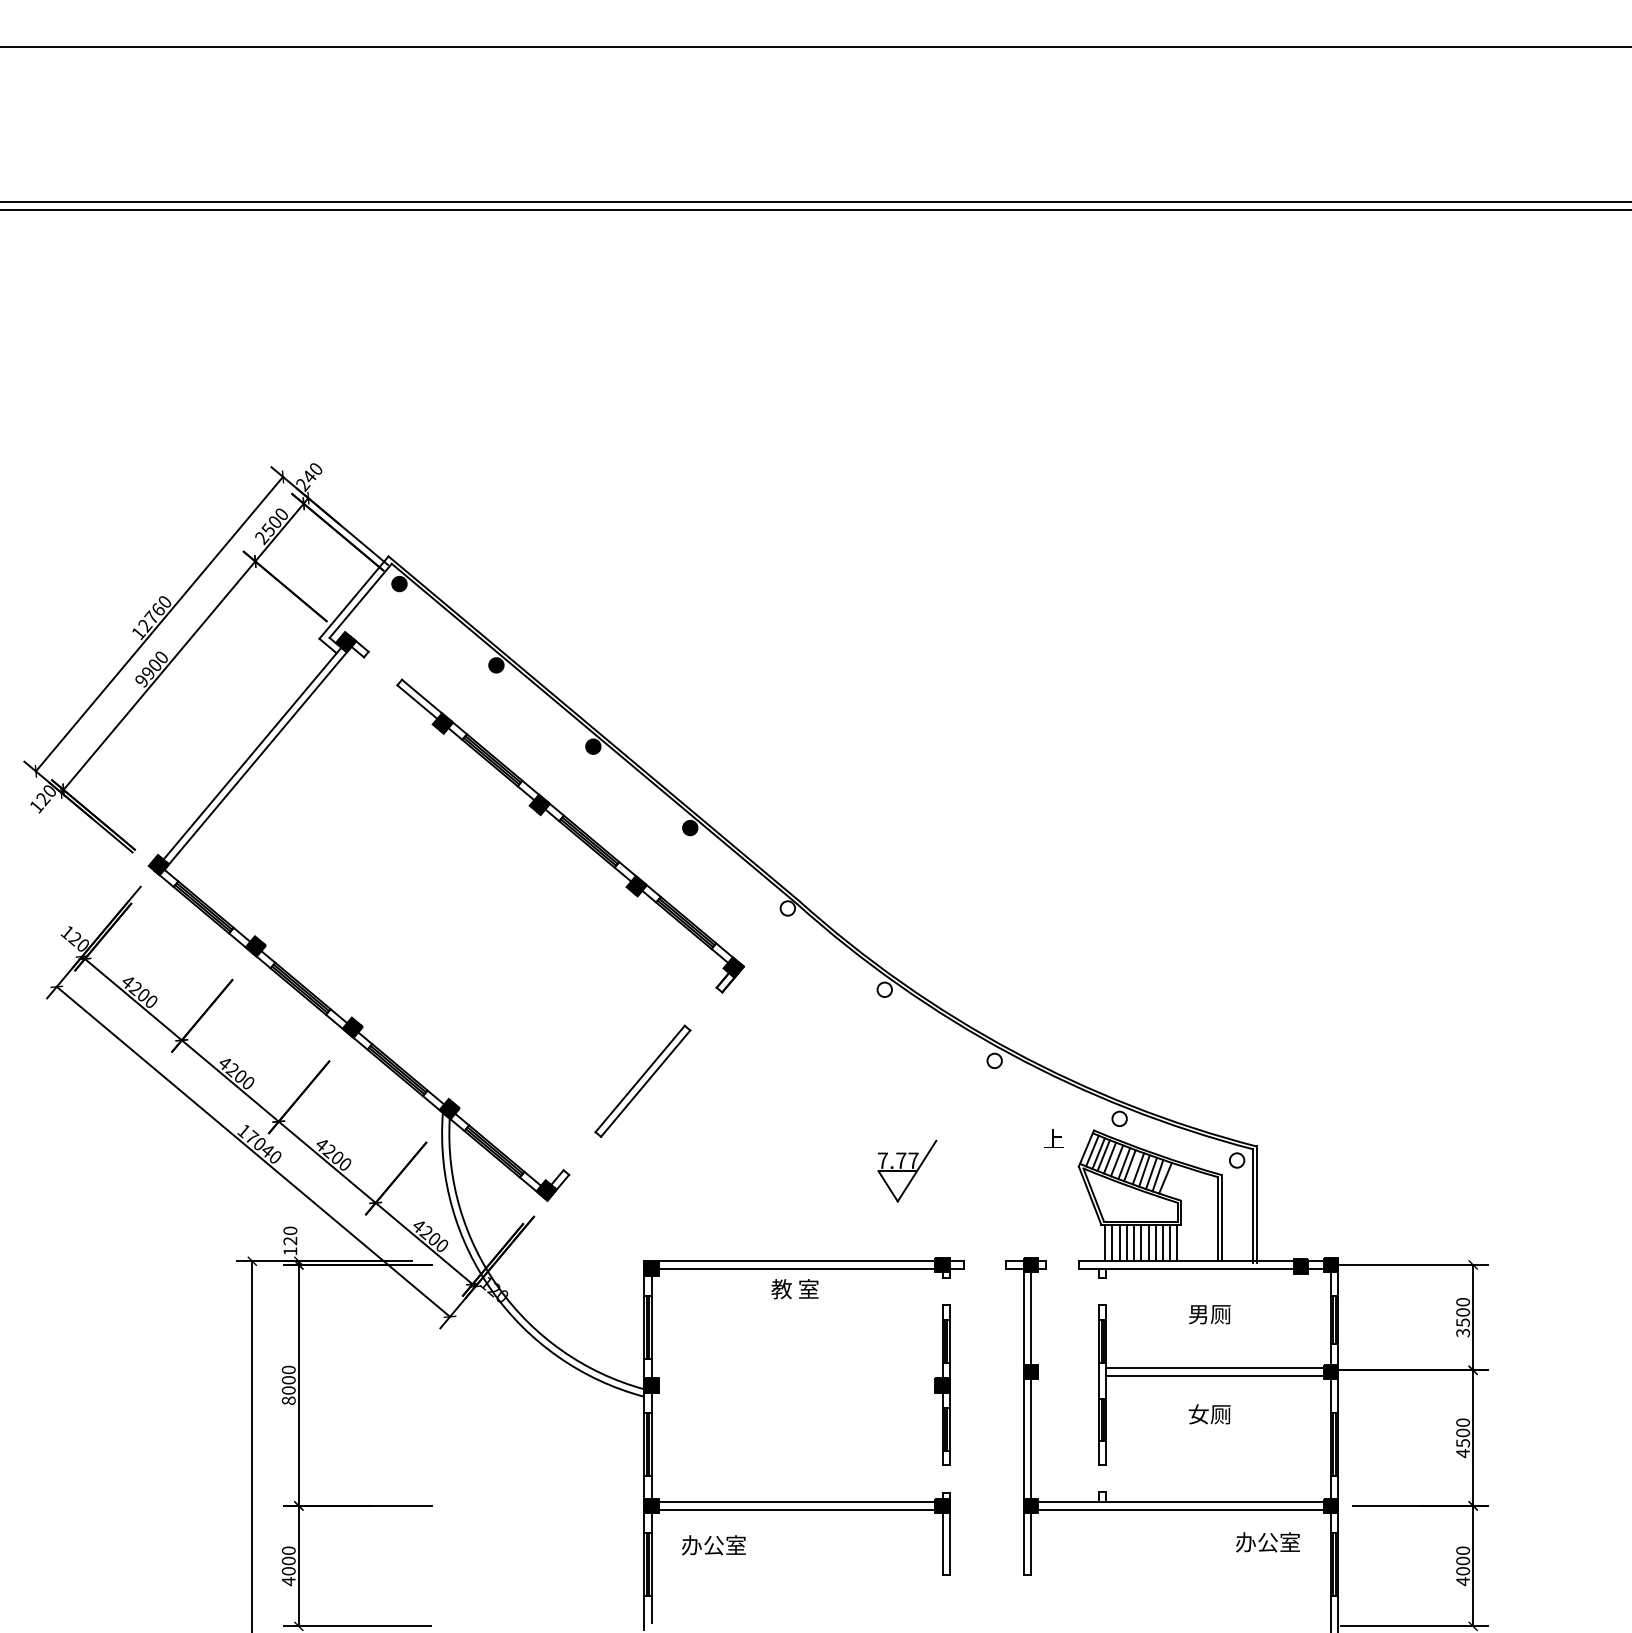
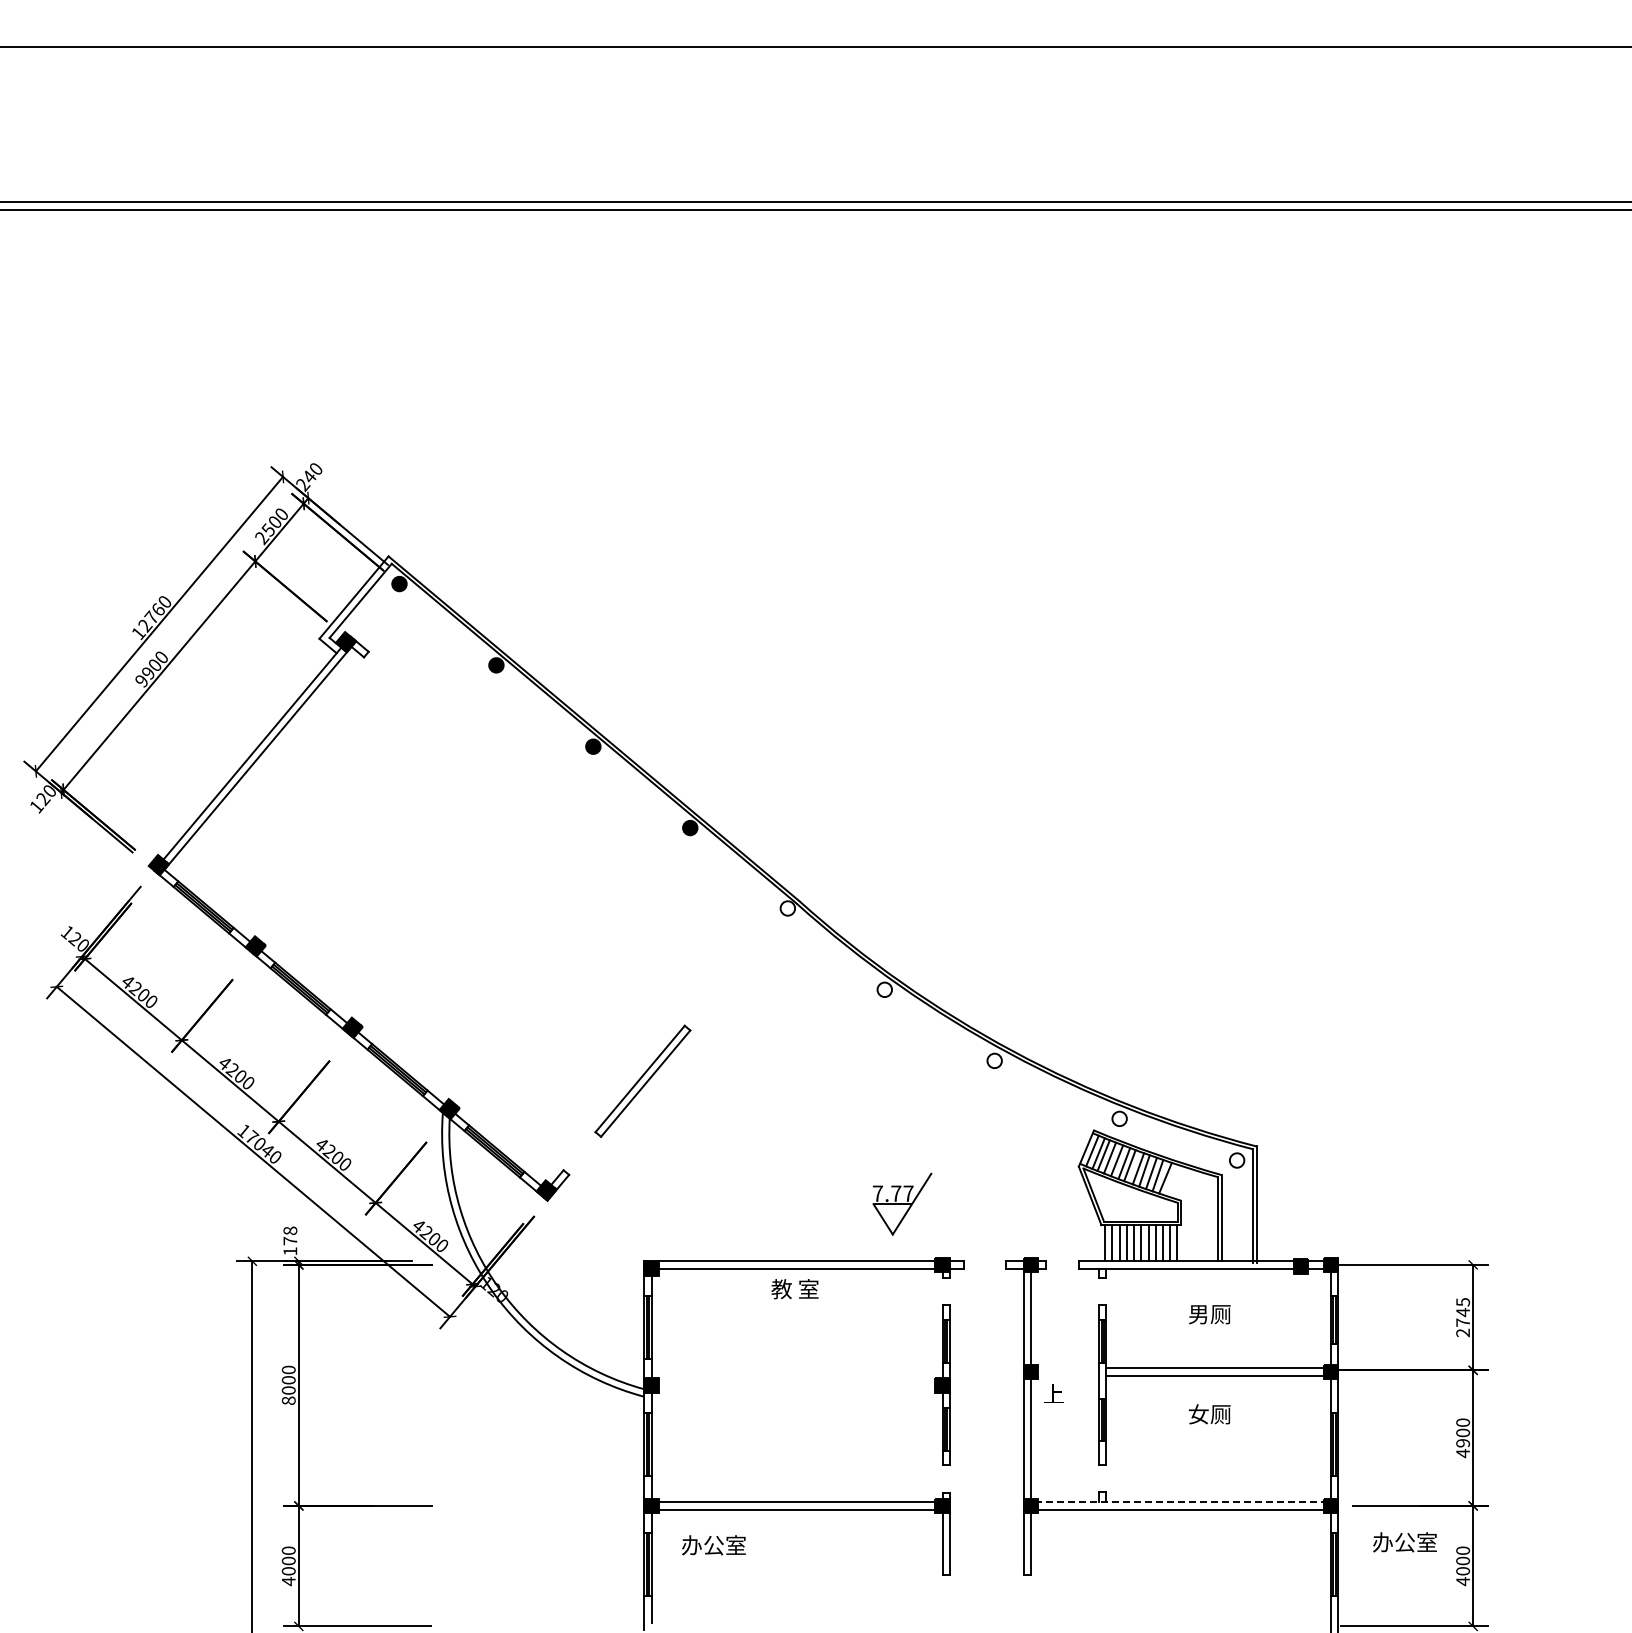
part at (570, 835): present -> none
text at (1053, 1138) position: (1053, 1138) -> (1053, 1393)
part at (907, 1170) position: (907, 1170) -> (902, 1203)
text at (290, 1235): 120 -> 178
text at (1463, 1317): 3500 -> 2745
text at (1462, 1443): 4500 -> 4900
line at (1173, 1502): solid -> dashed
text at (1267, 1542) position: (1267, 1542) -> (1404, 1542)
